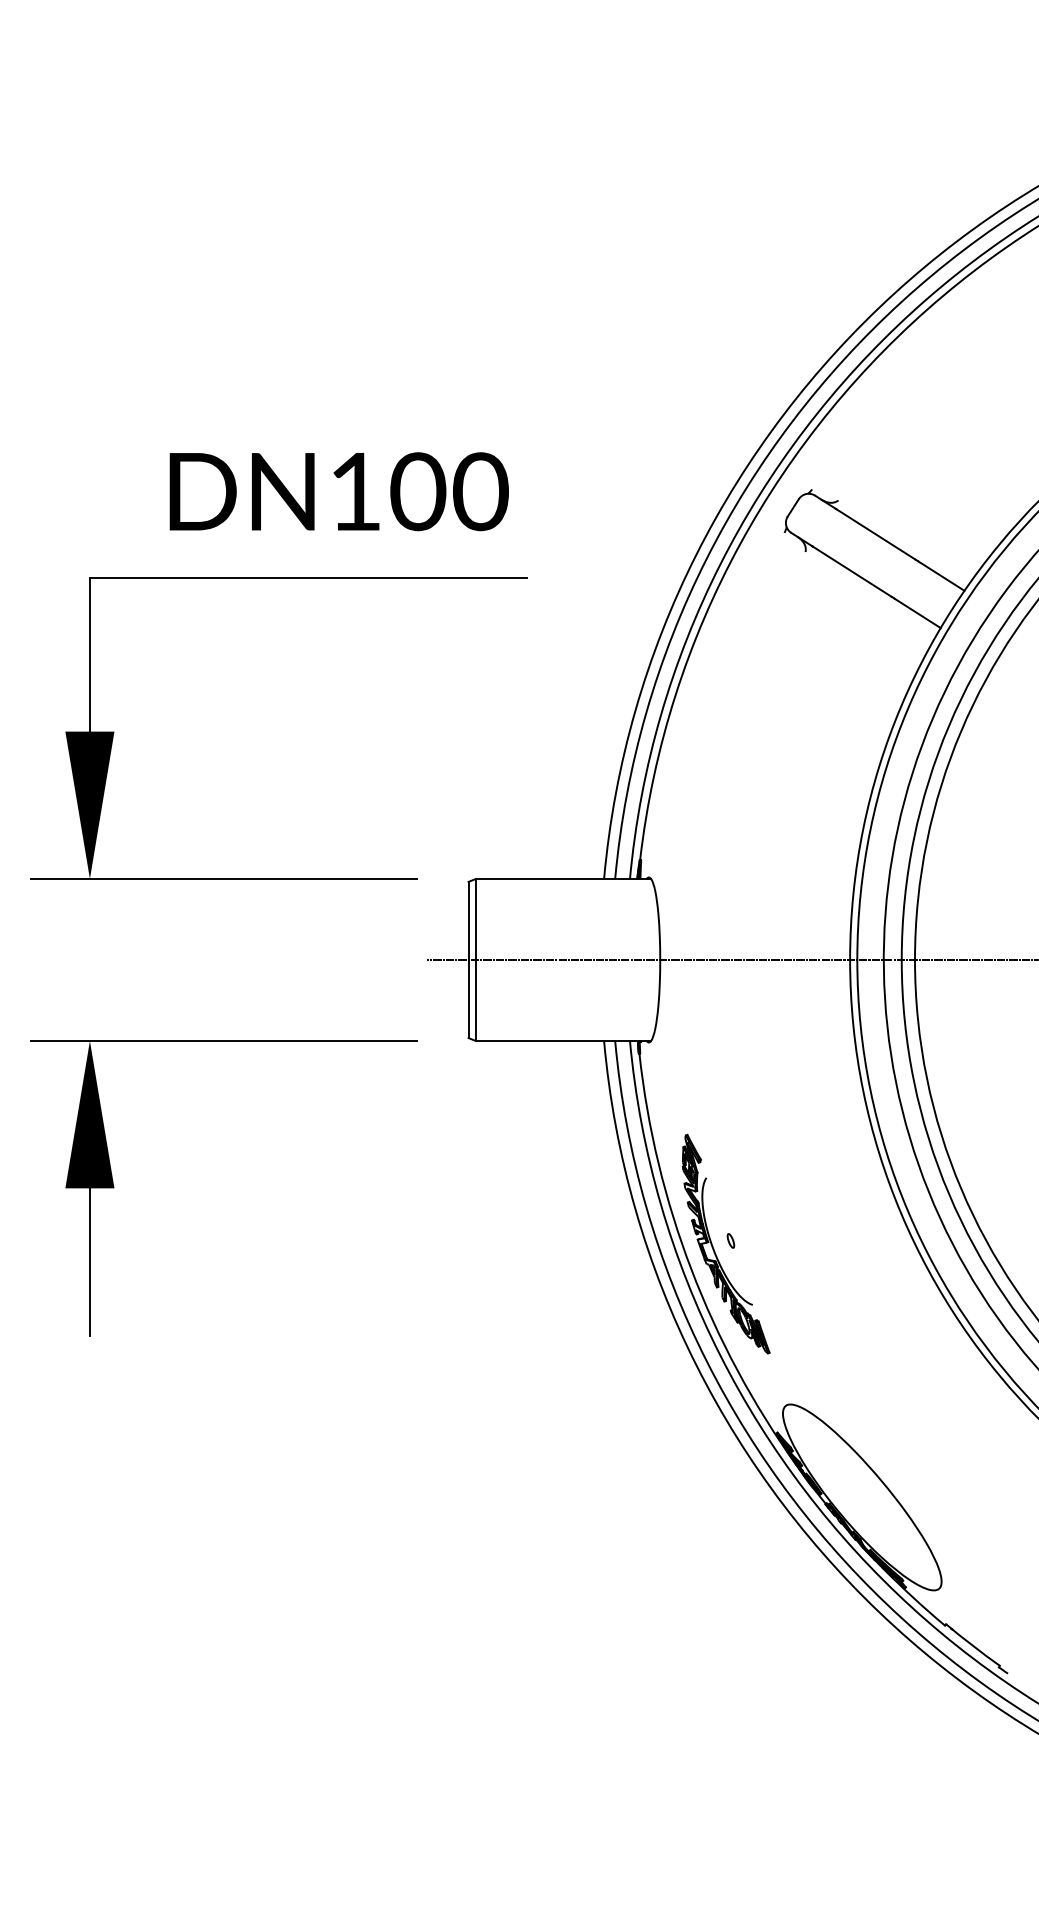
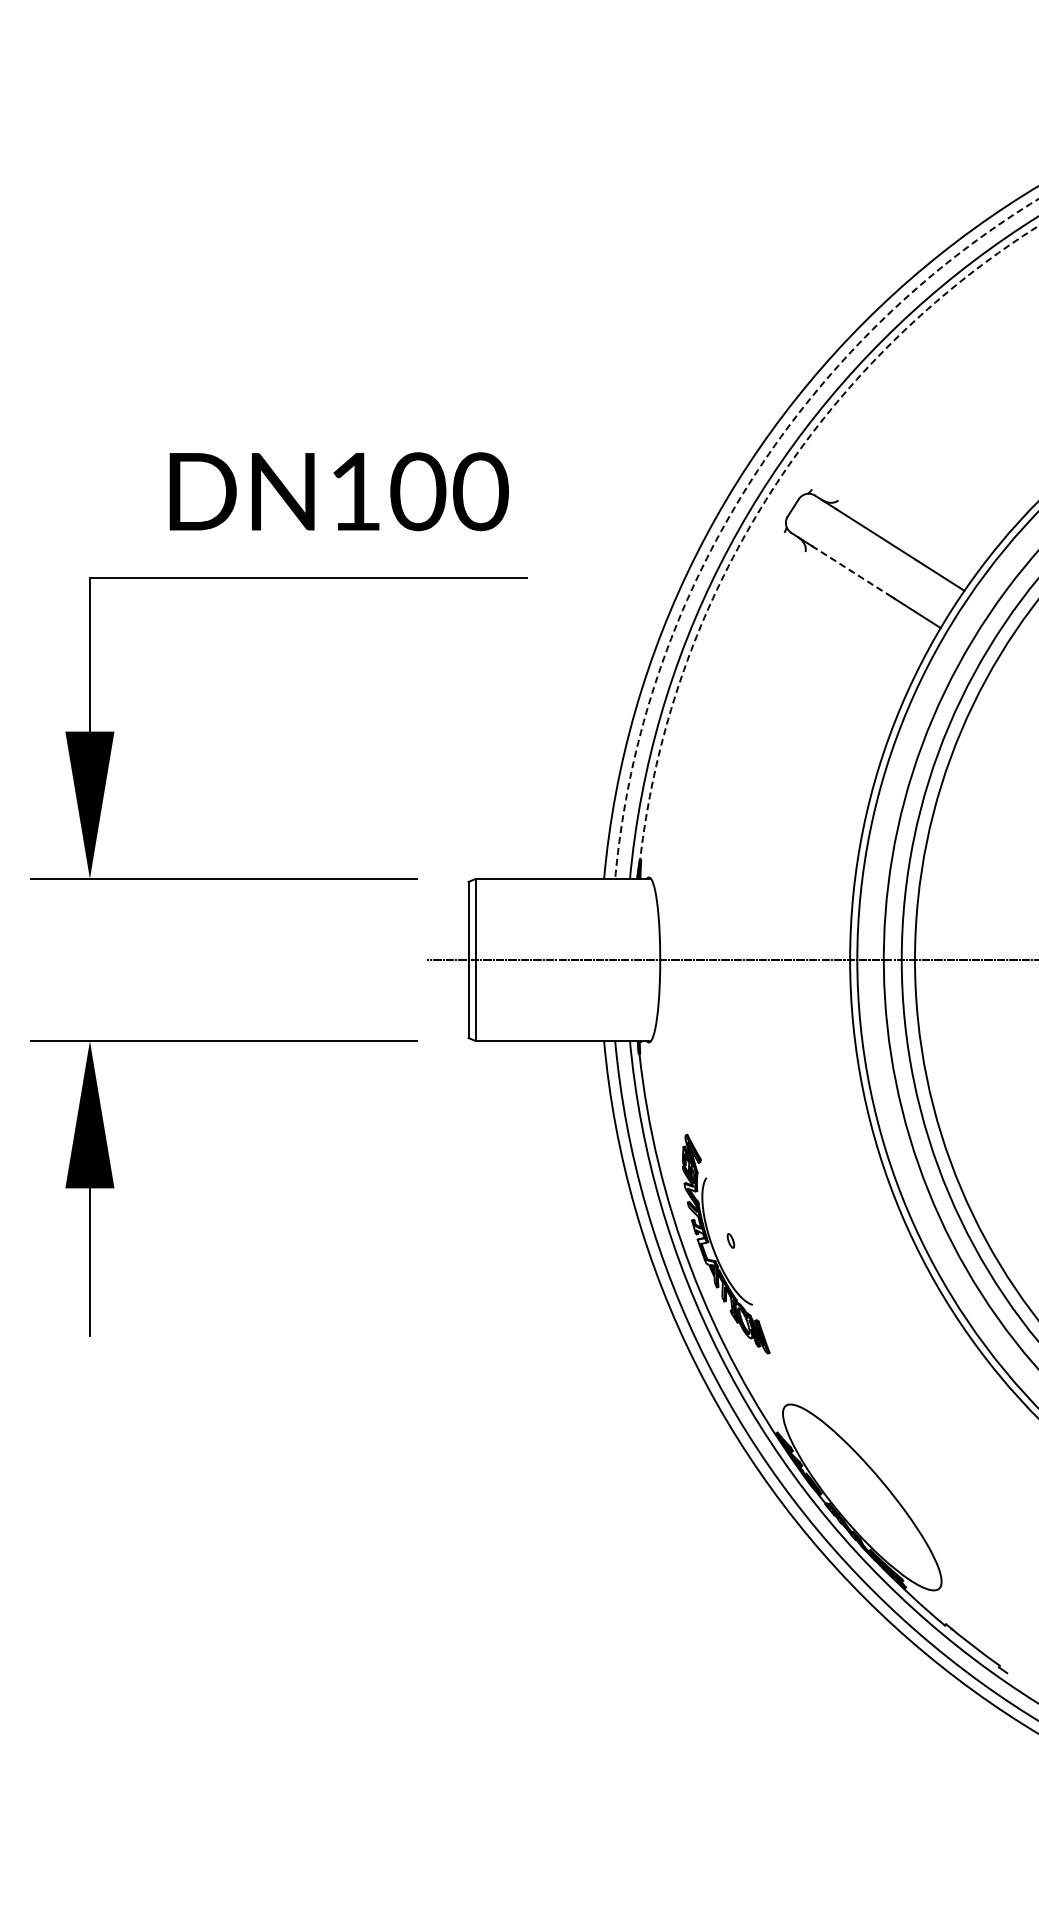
arc at (747, 486): solid -> dashed
arc at (769, 494): solid -> dashed
line at (851, 571): solid -> dashed
